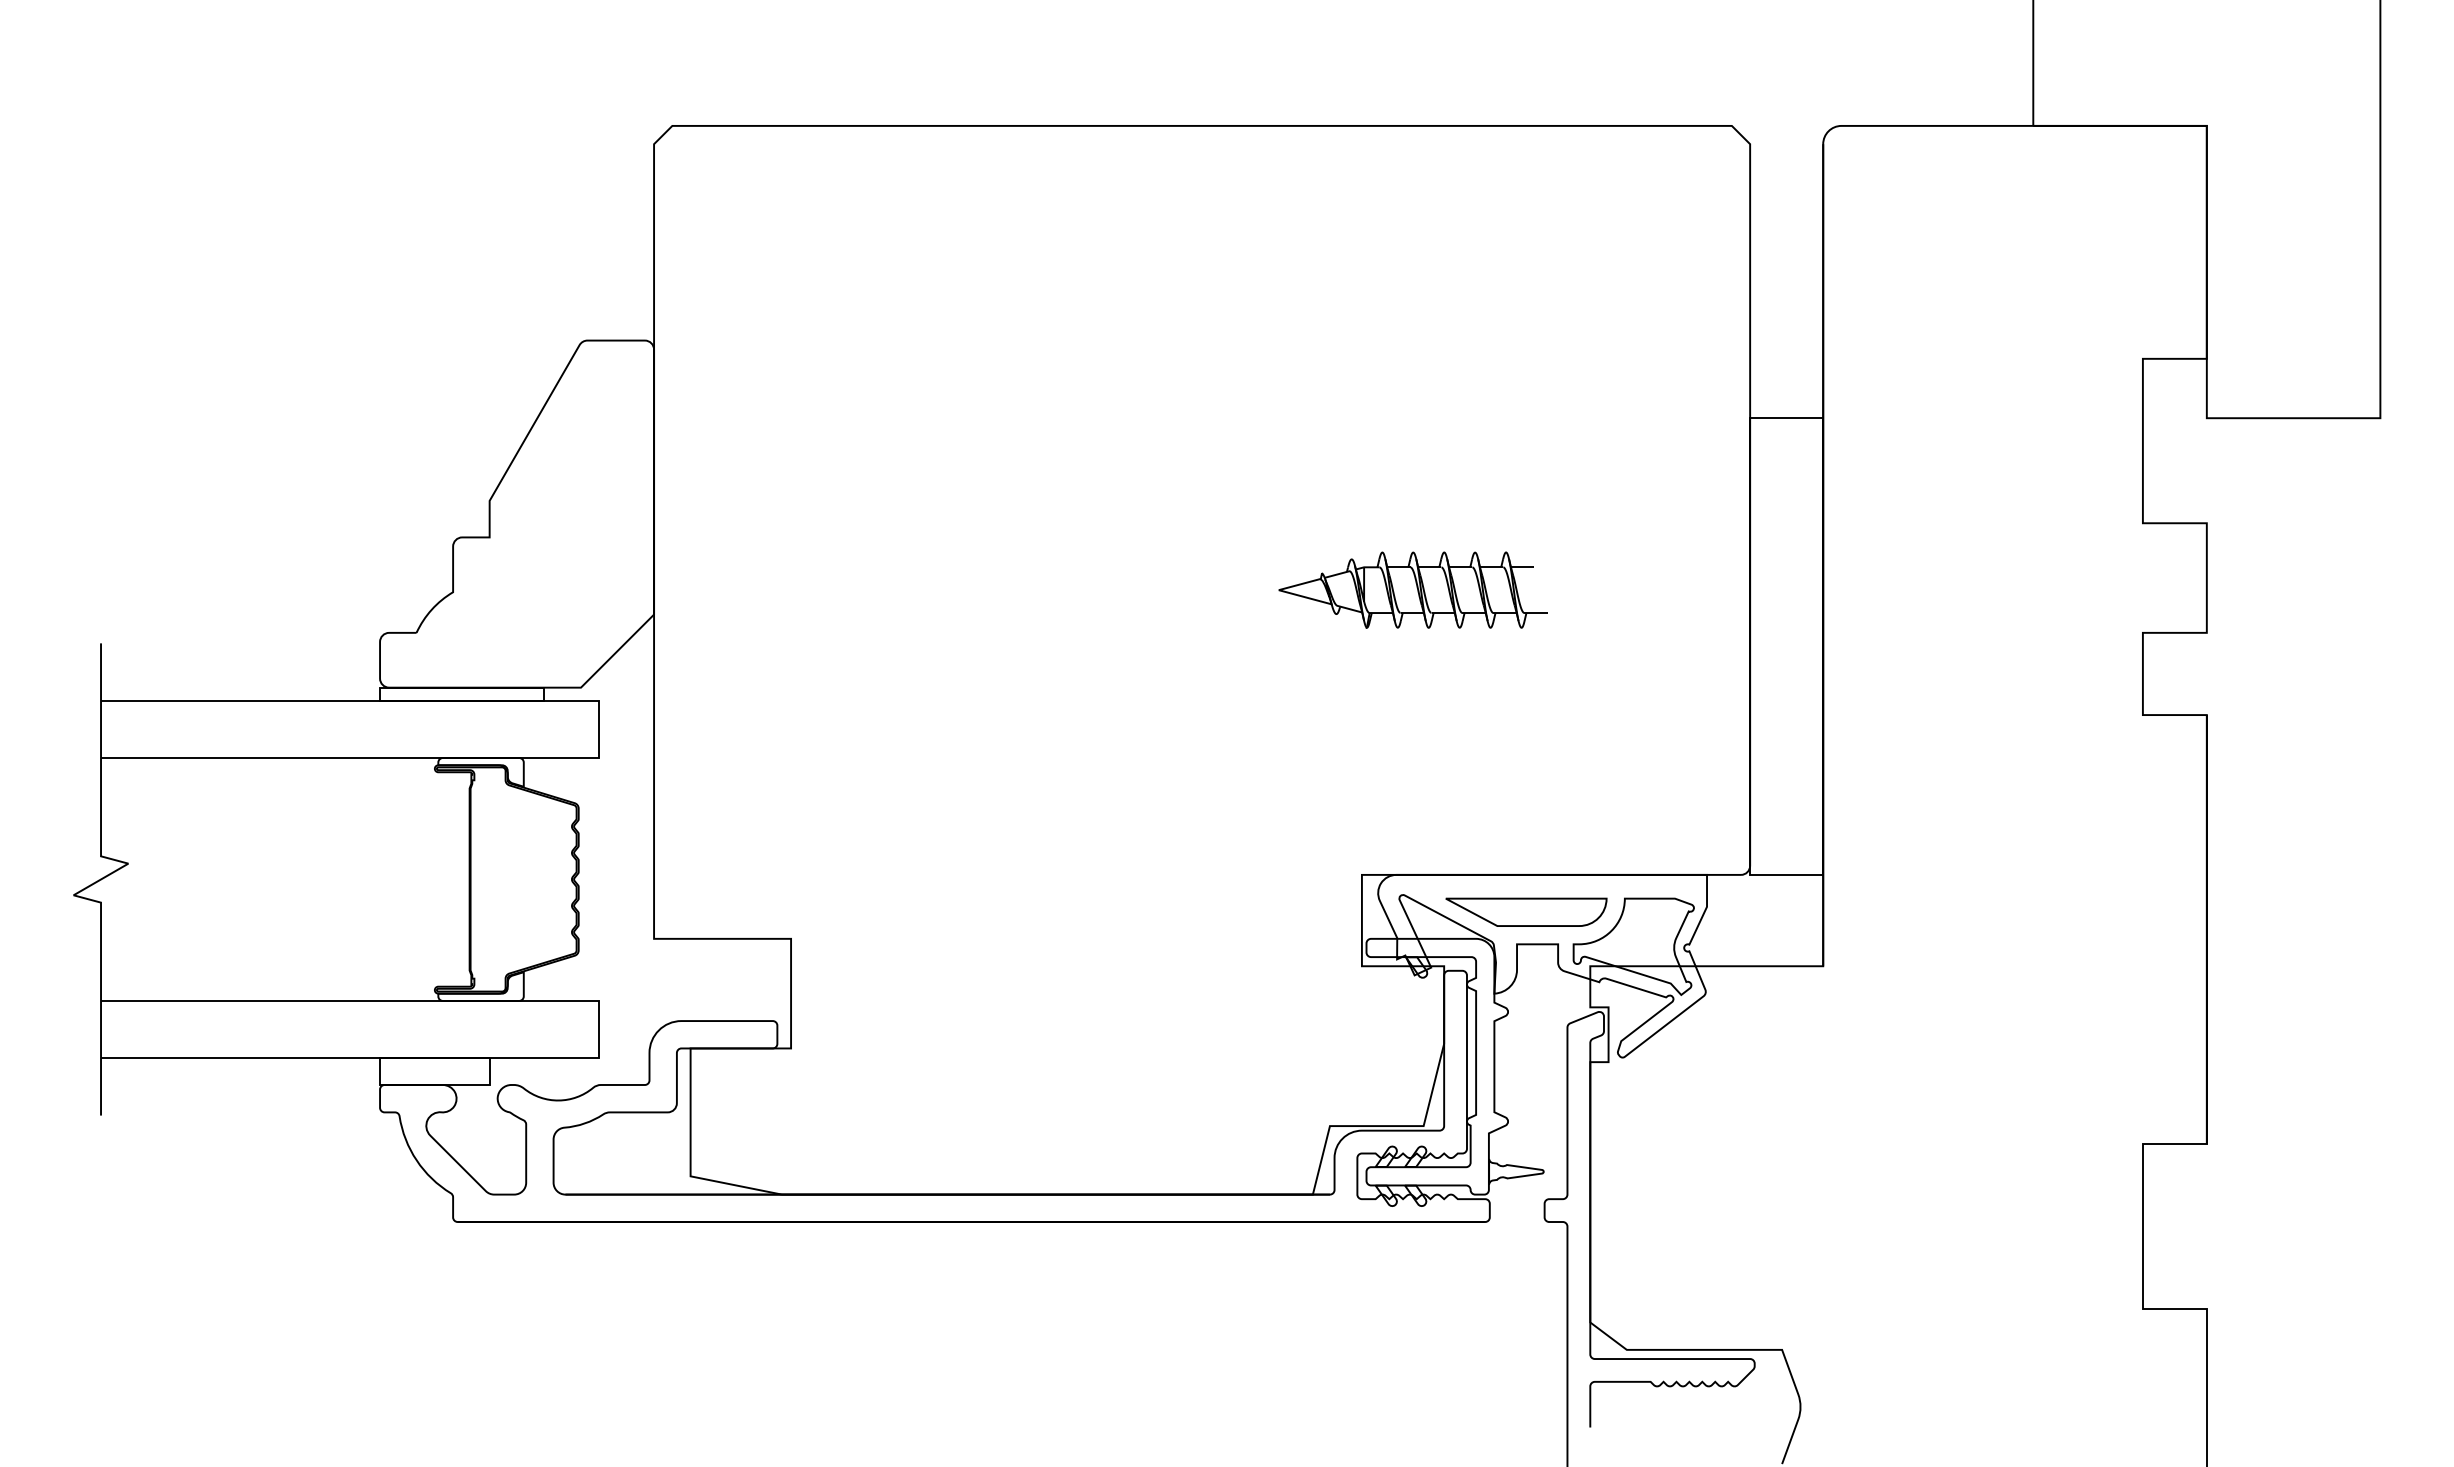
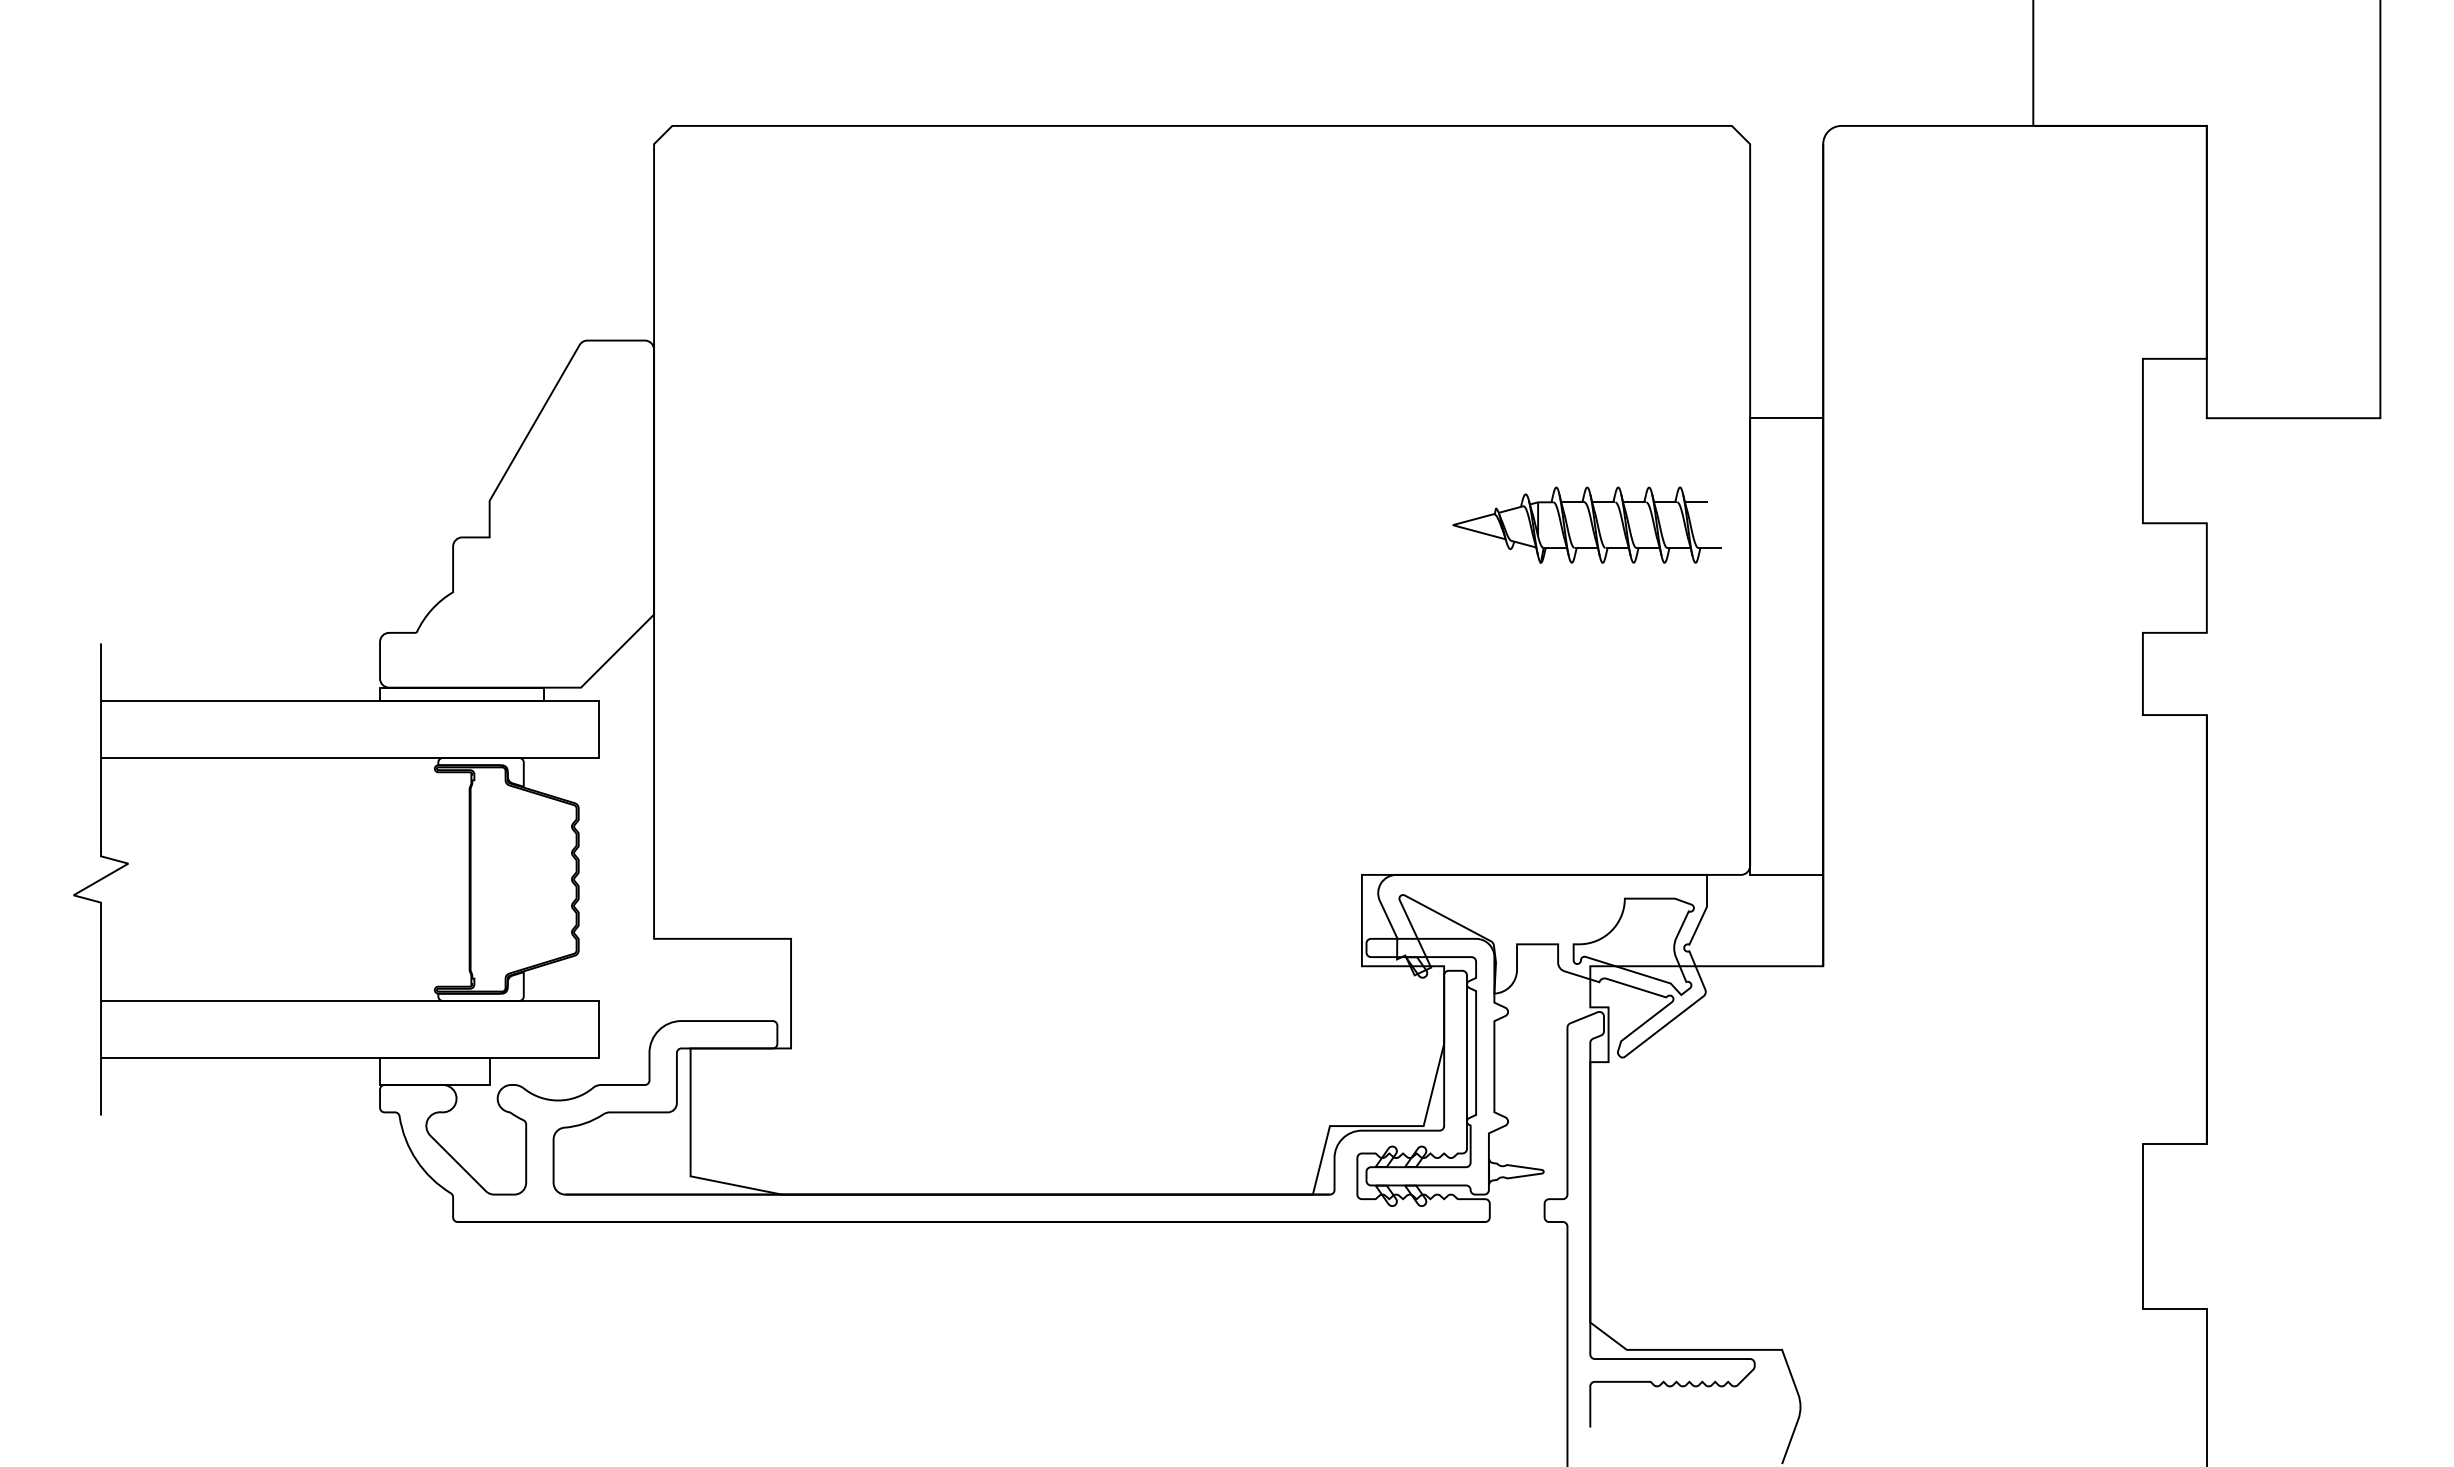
part at (1412, 589) position: (1412, 589) -> (1586, 524)
part at (1526, 911): present -> none
